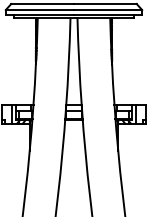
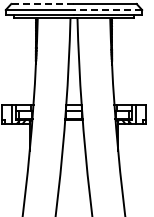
line at (42, 4): solid -> dashed
line at (107, 10): solid -> dashed
